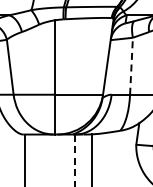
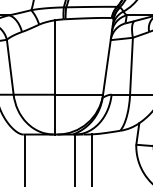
line at (131, 66): dashed -> solid
line at (75, 160): dashed -> solid
